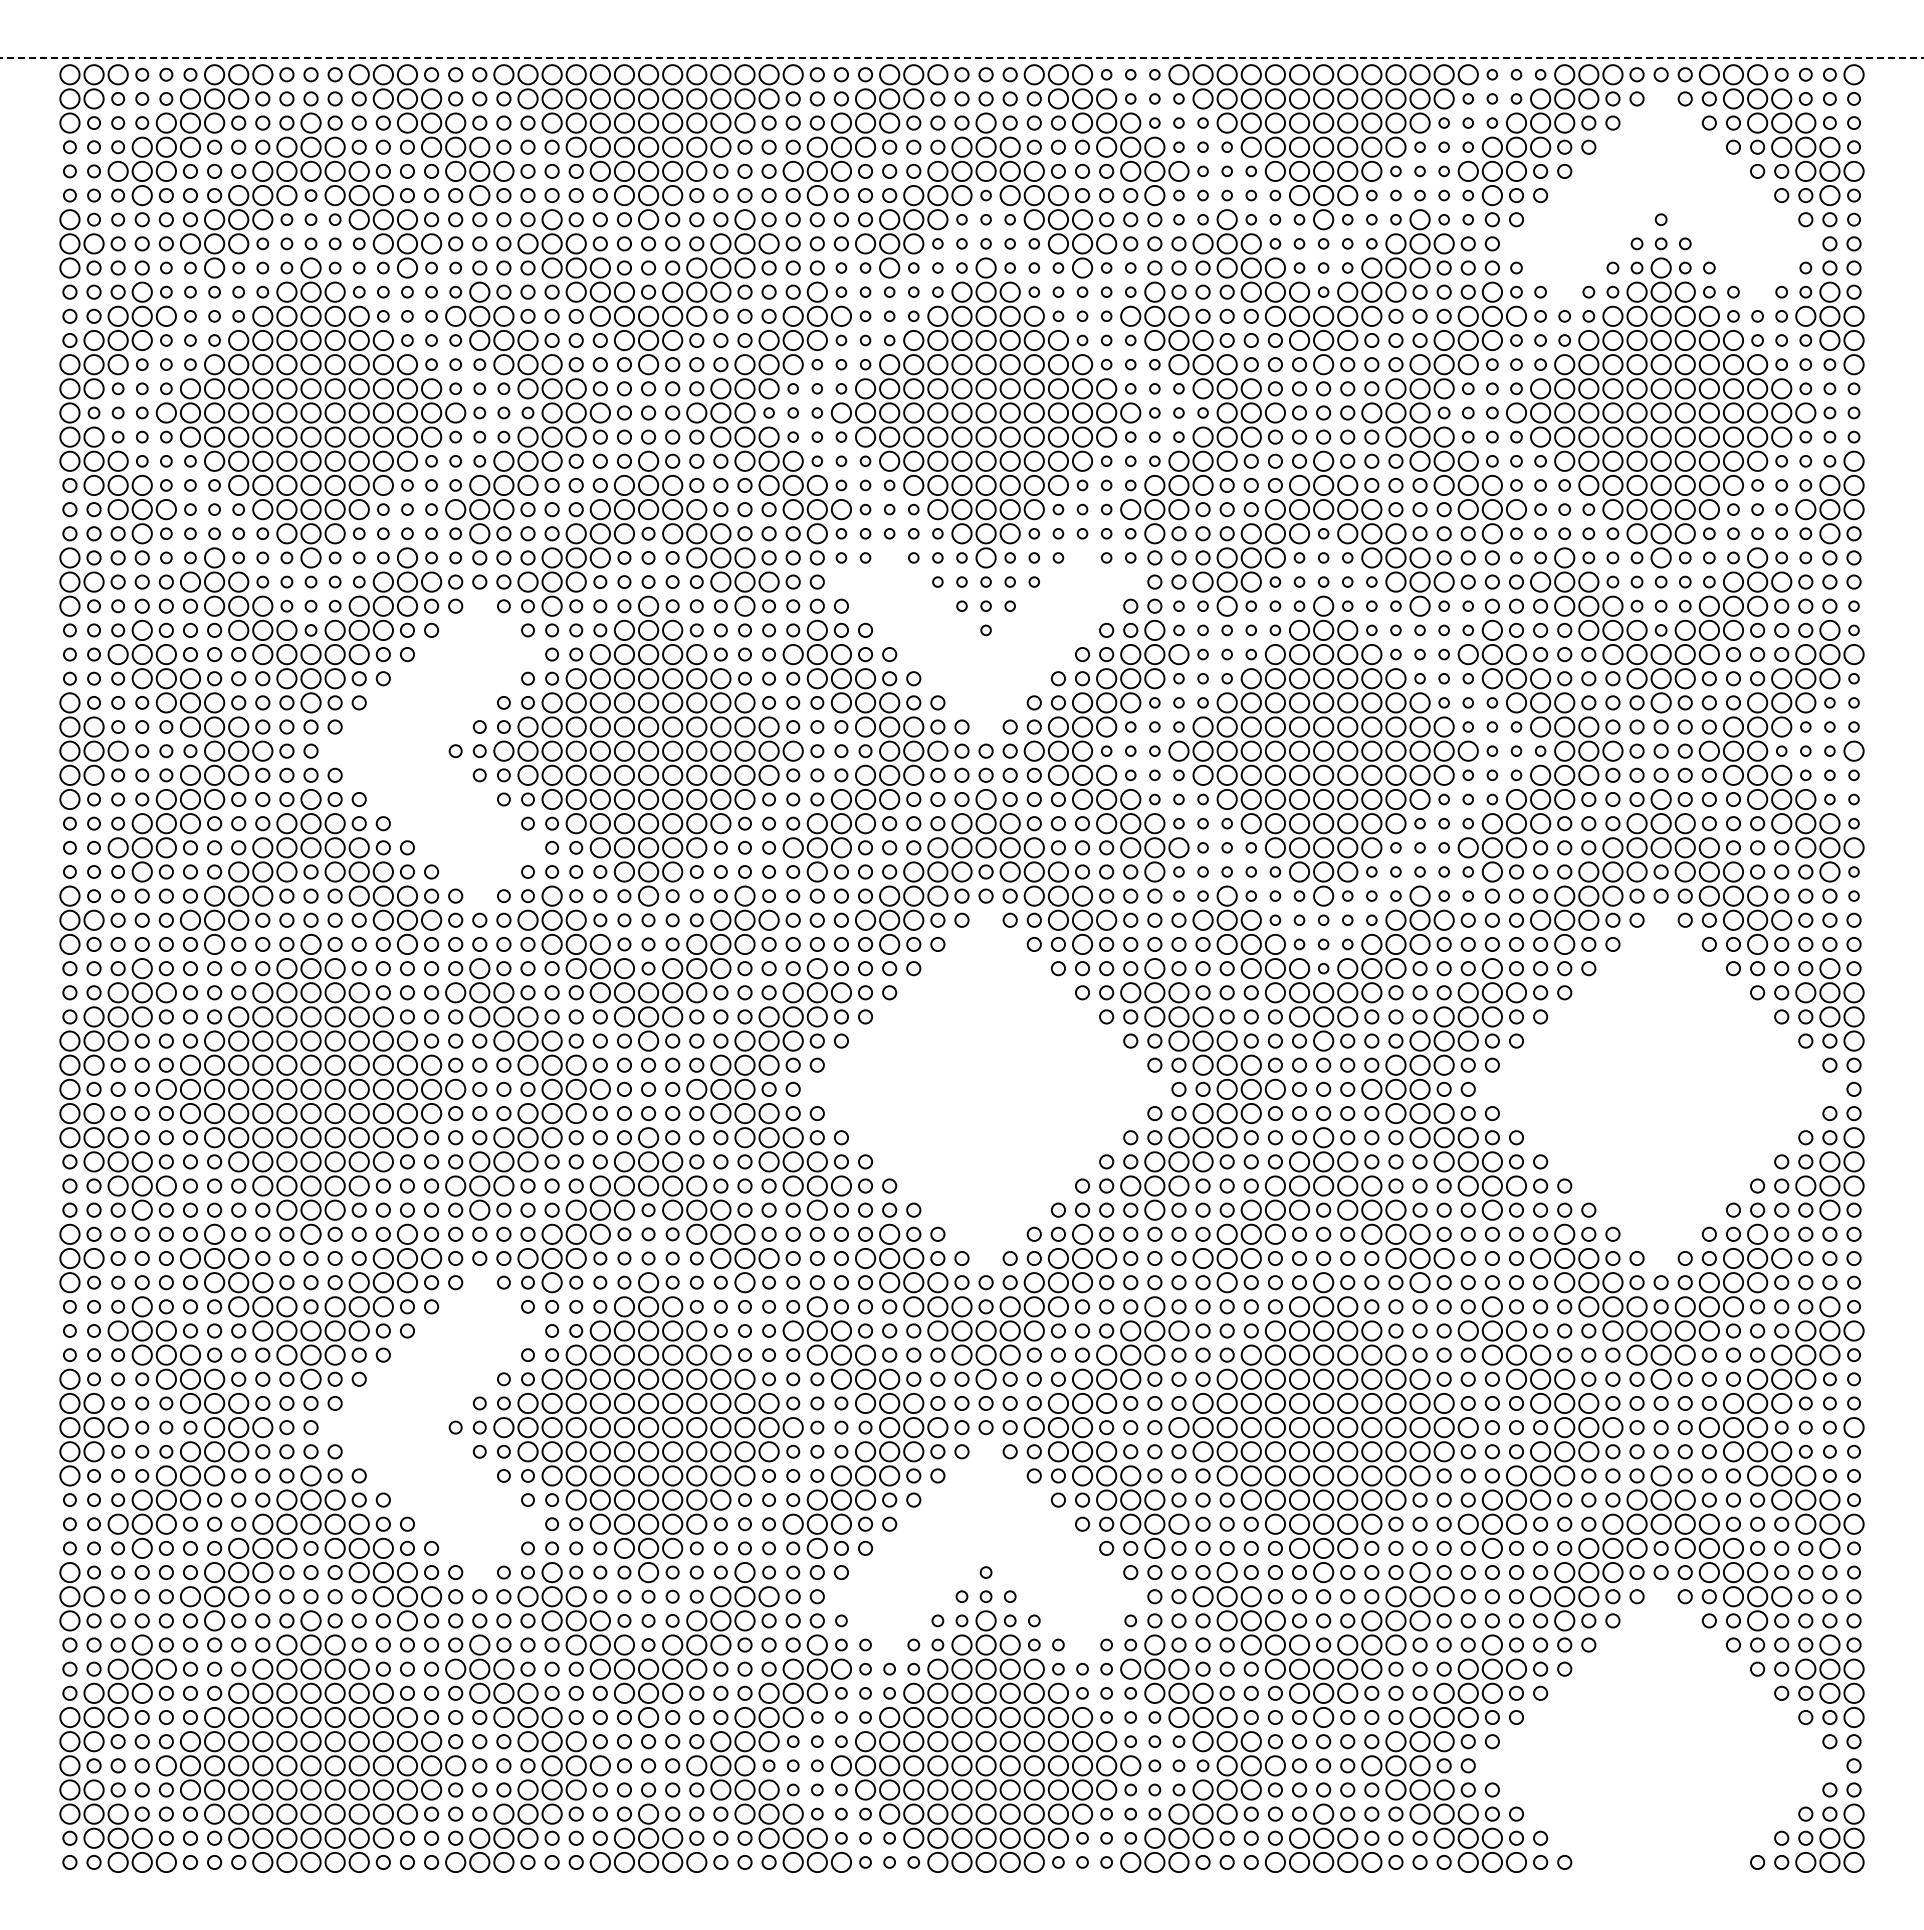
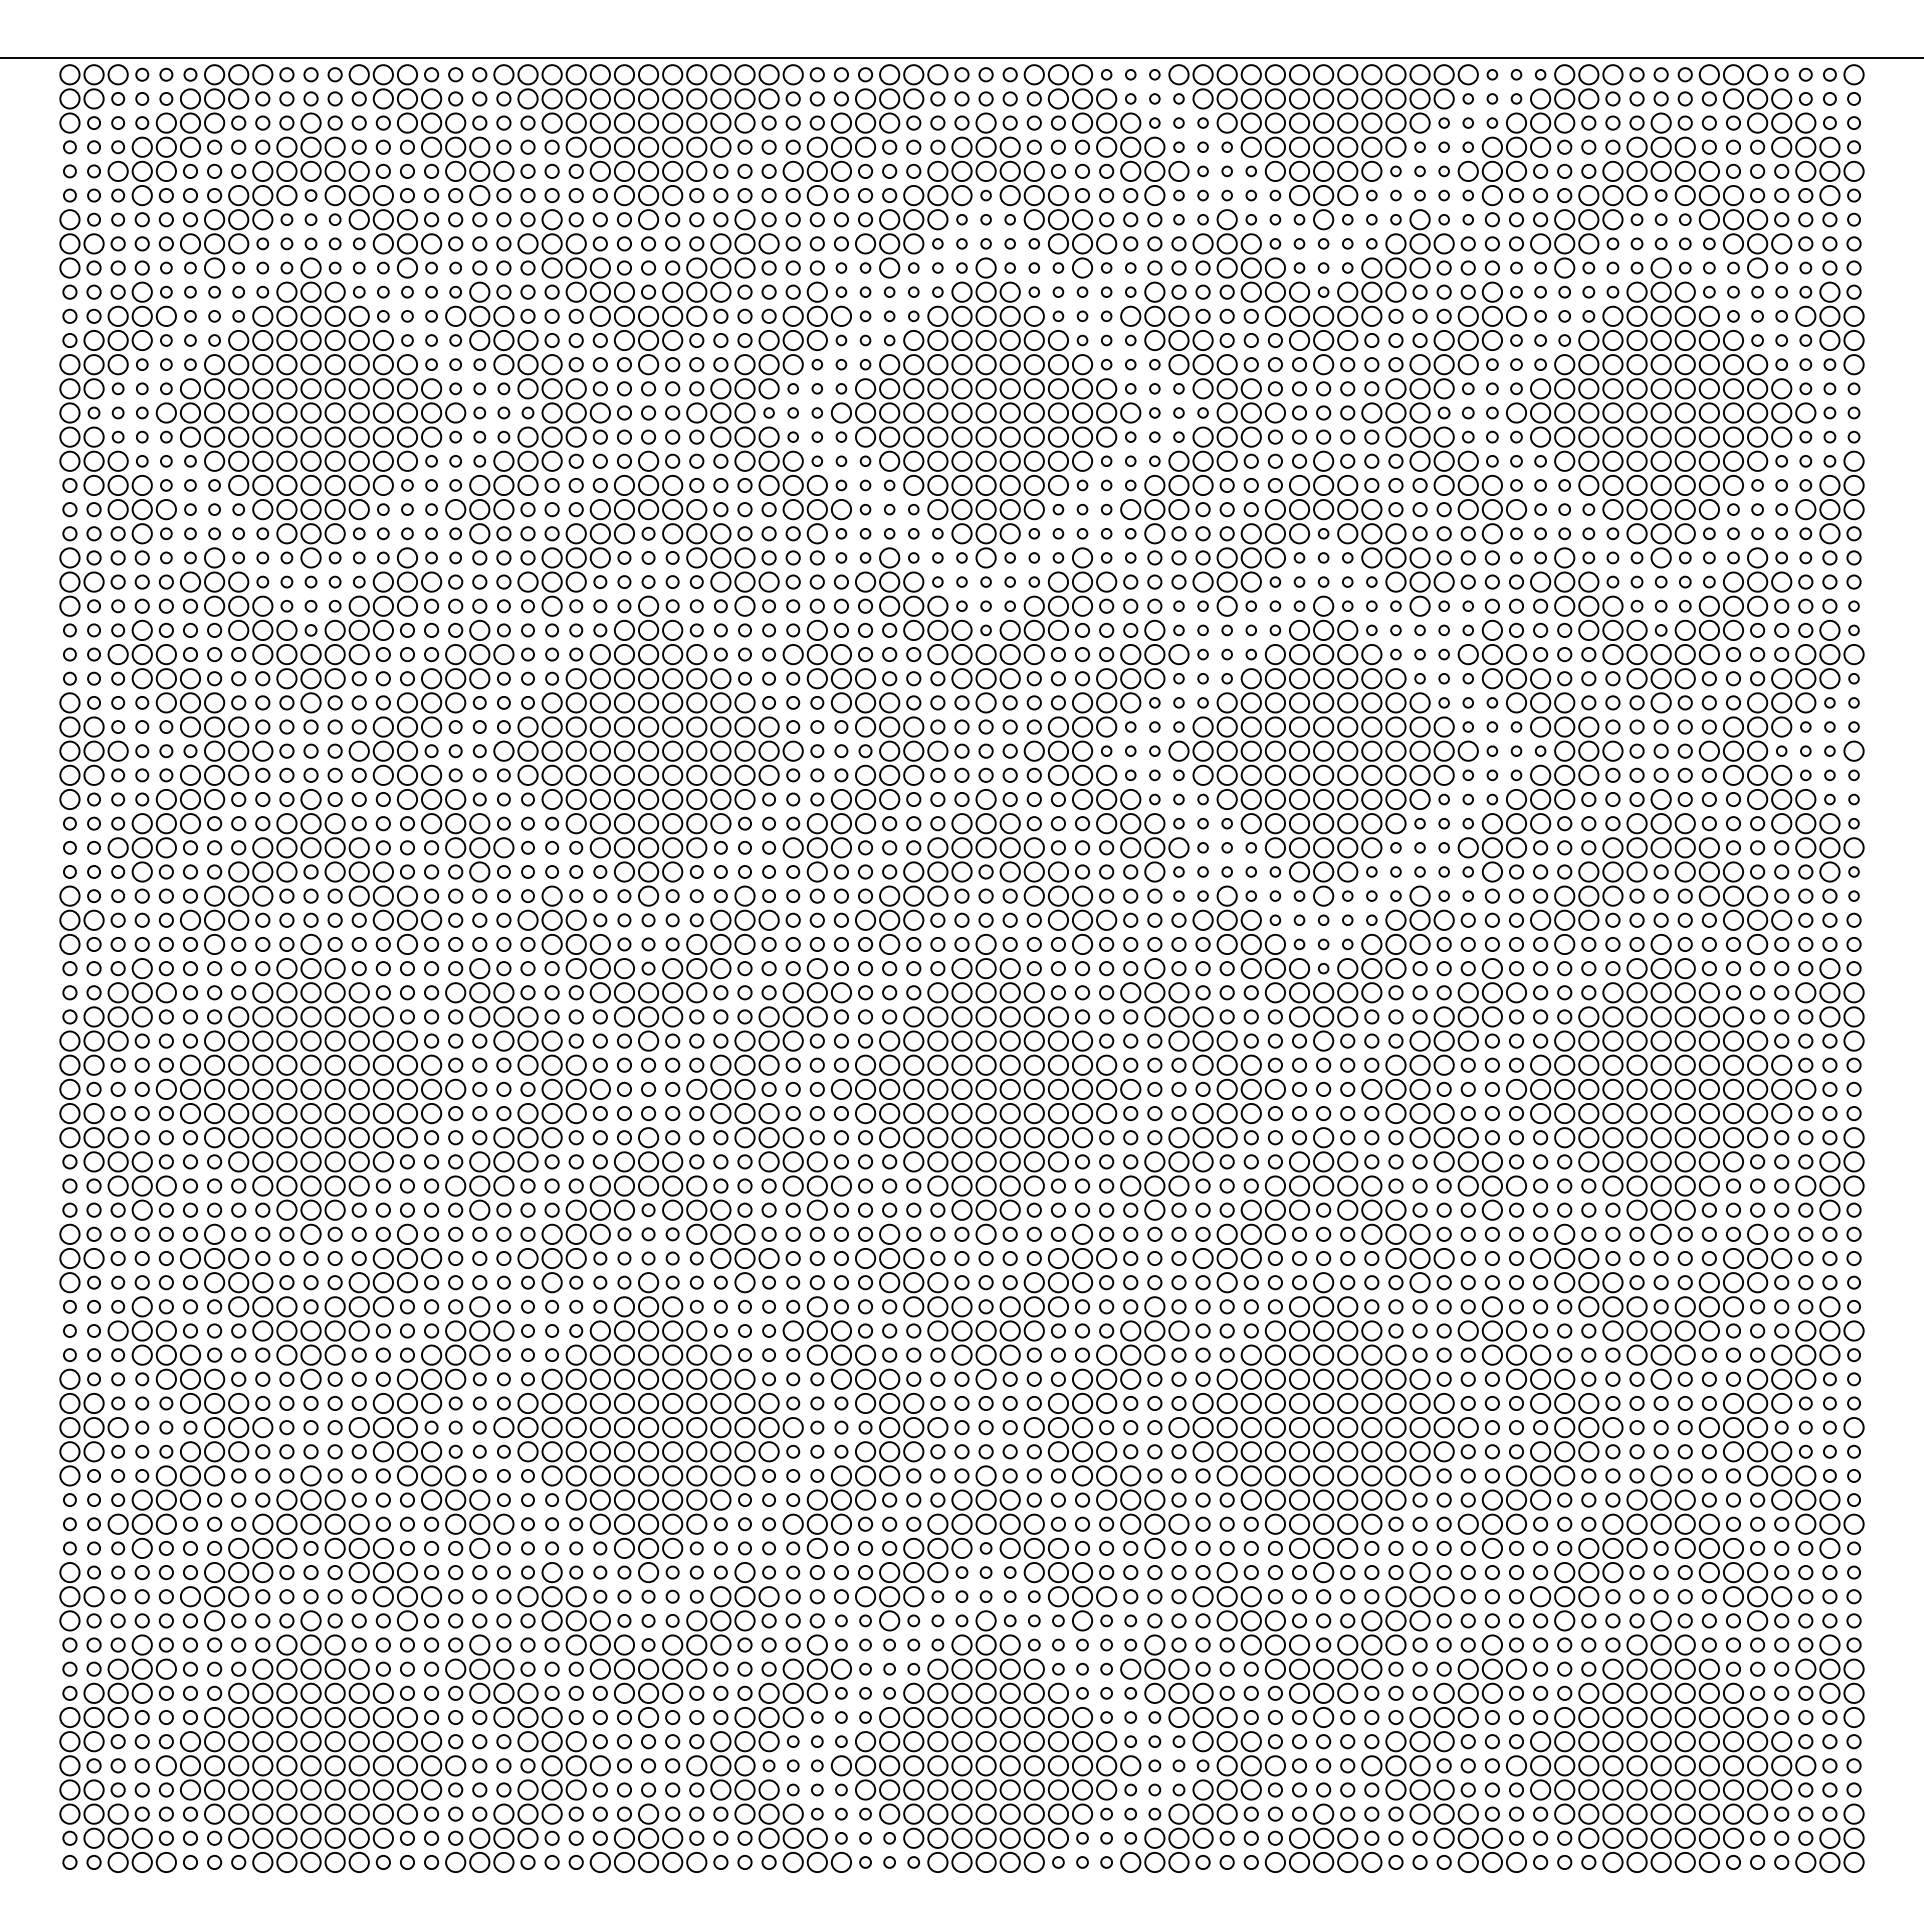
line at (961, 57): dashed -> solid
part at (1661, 194): none -> present
part at (986, 640): none -> present
part at (430, 750): none -> present
part at (985, 1088): none -> present
part at (1660, 1088): none -> present
part at (430, 1427): none -> present
part at (986, 1547): none -> present
part at (1660, 1730): none -> present
